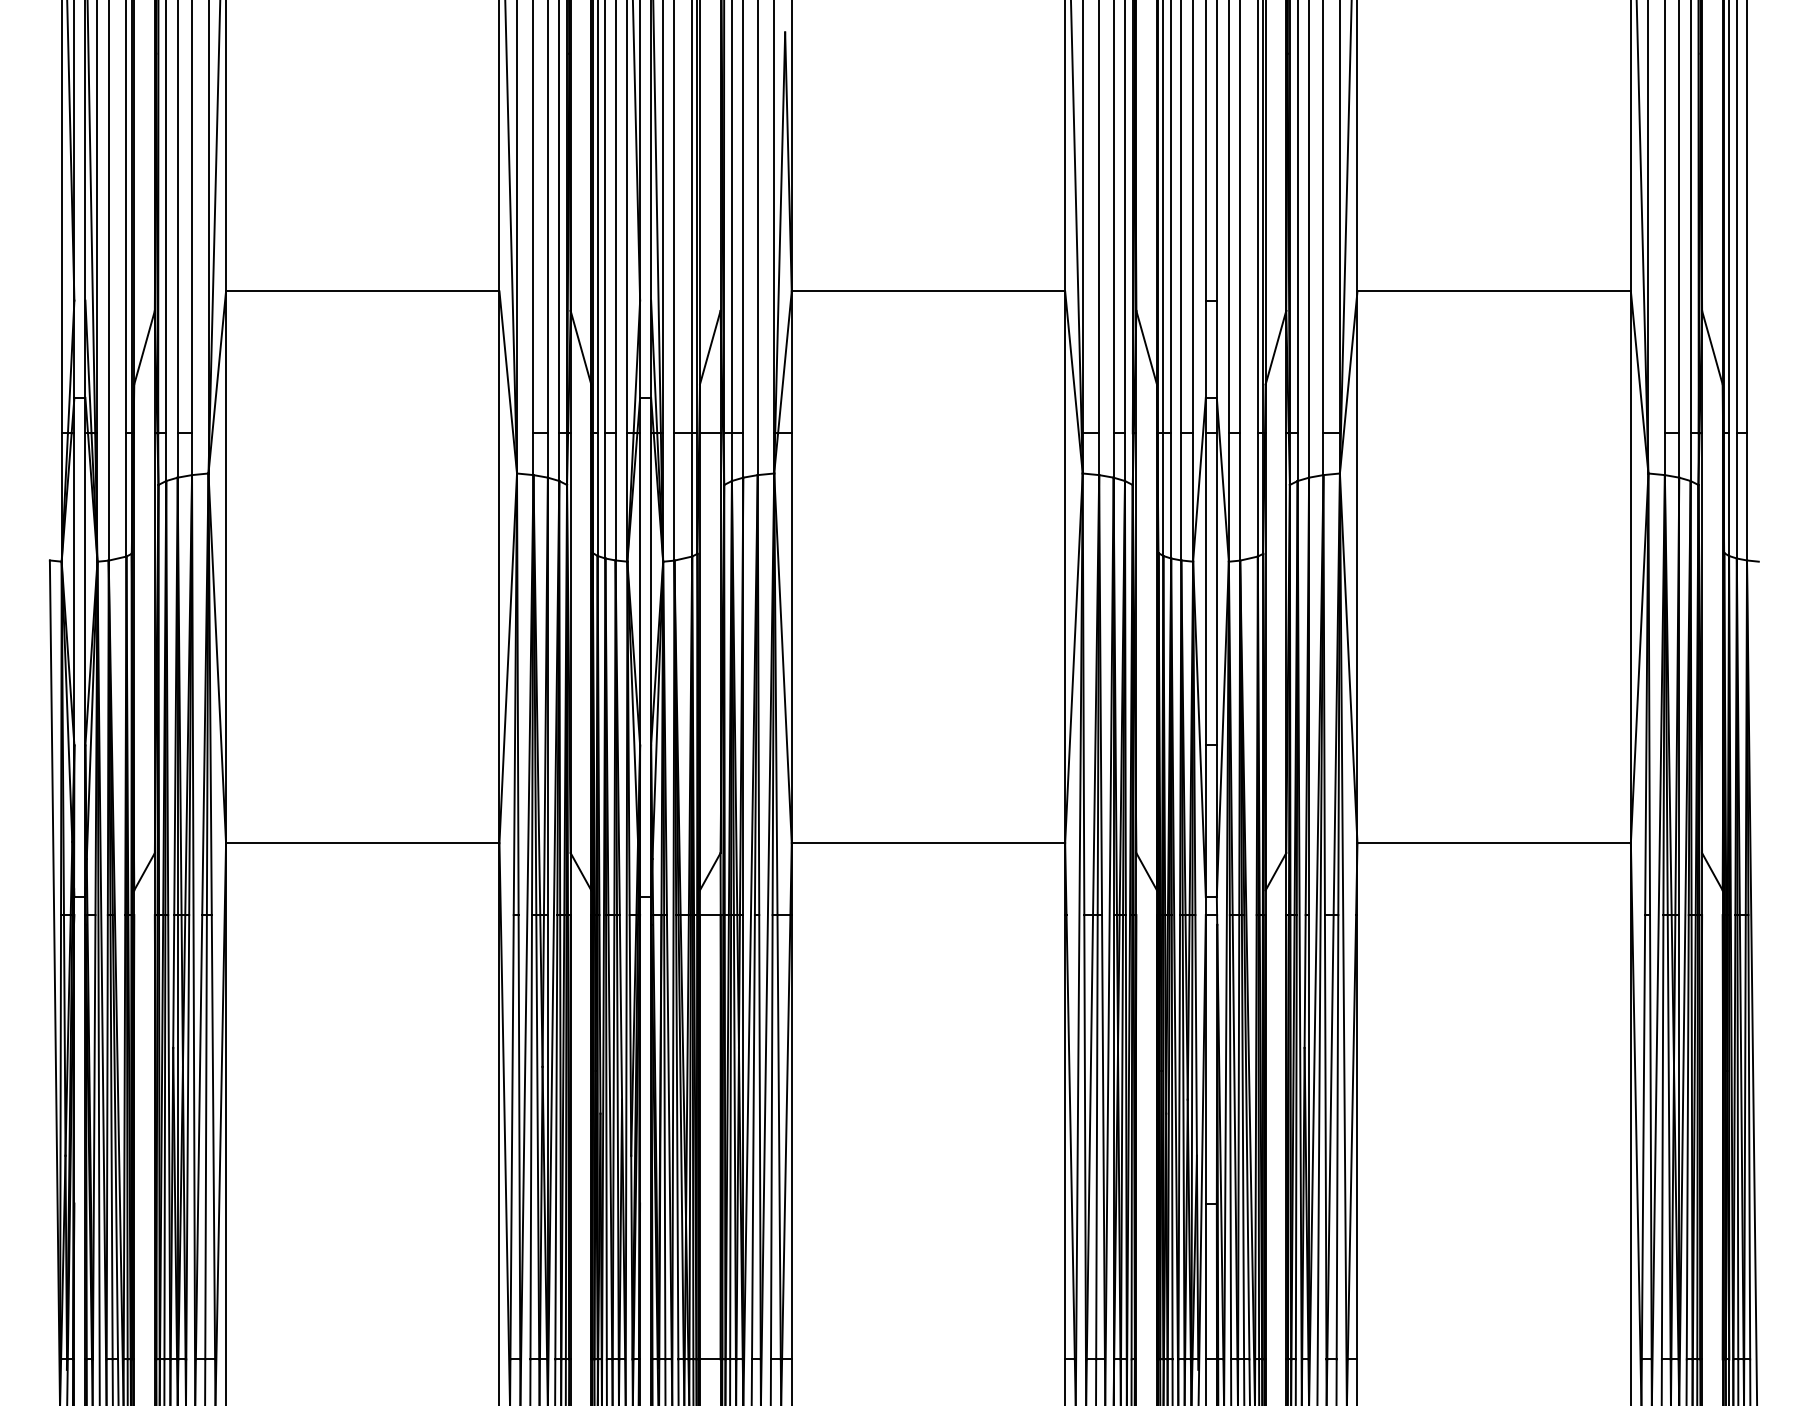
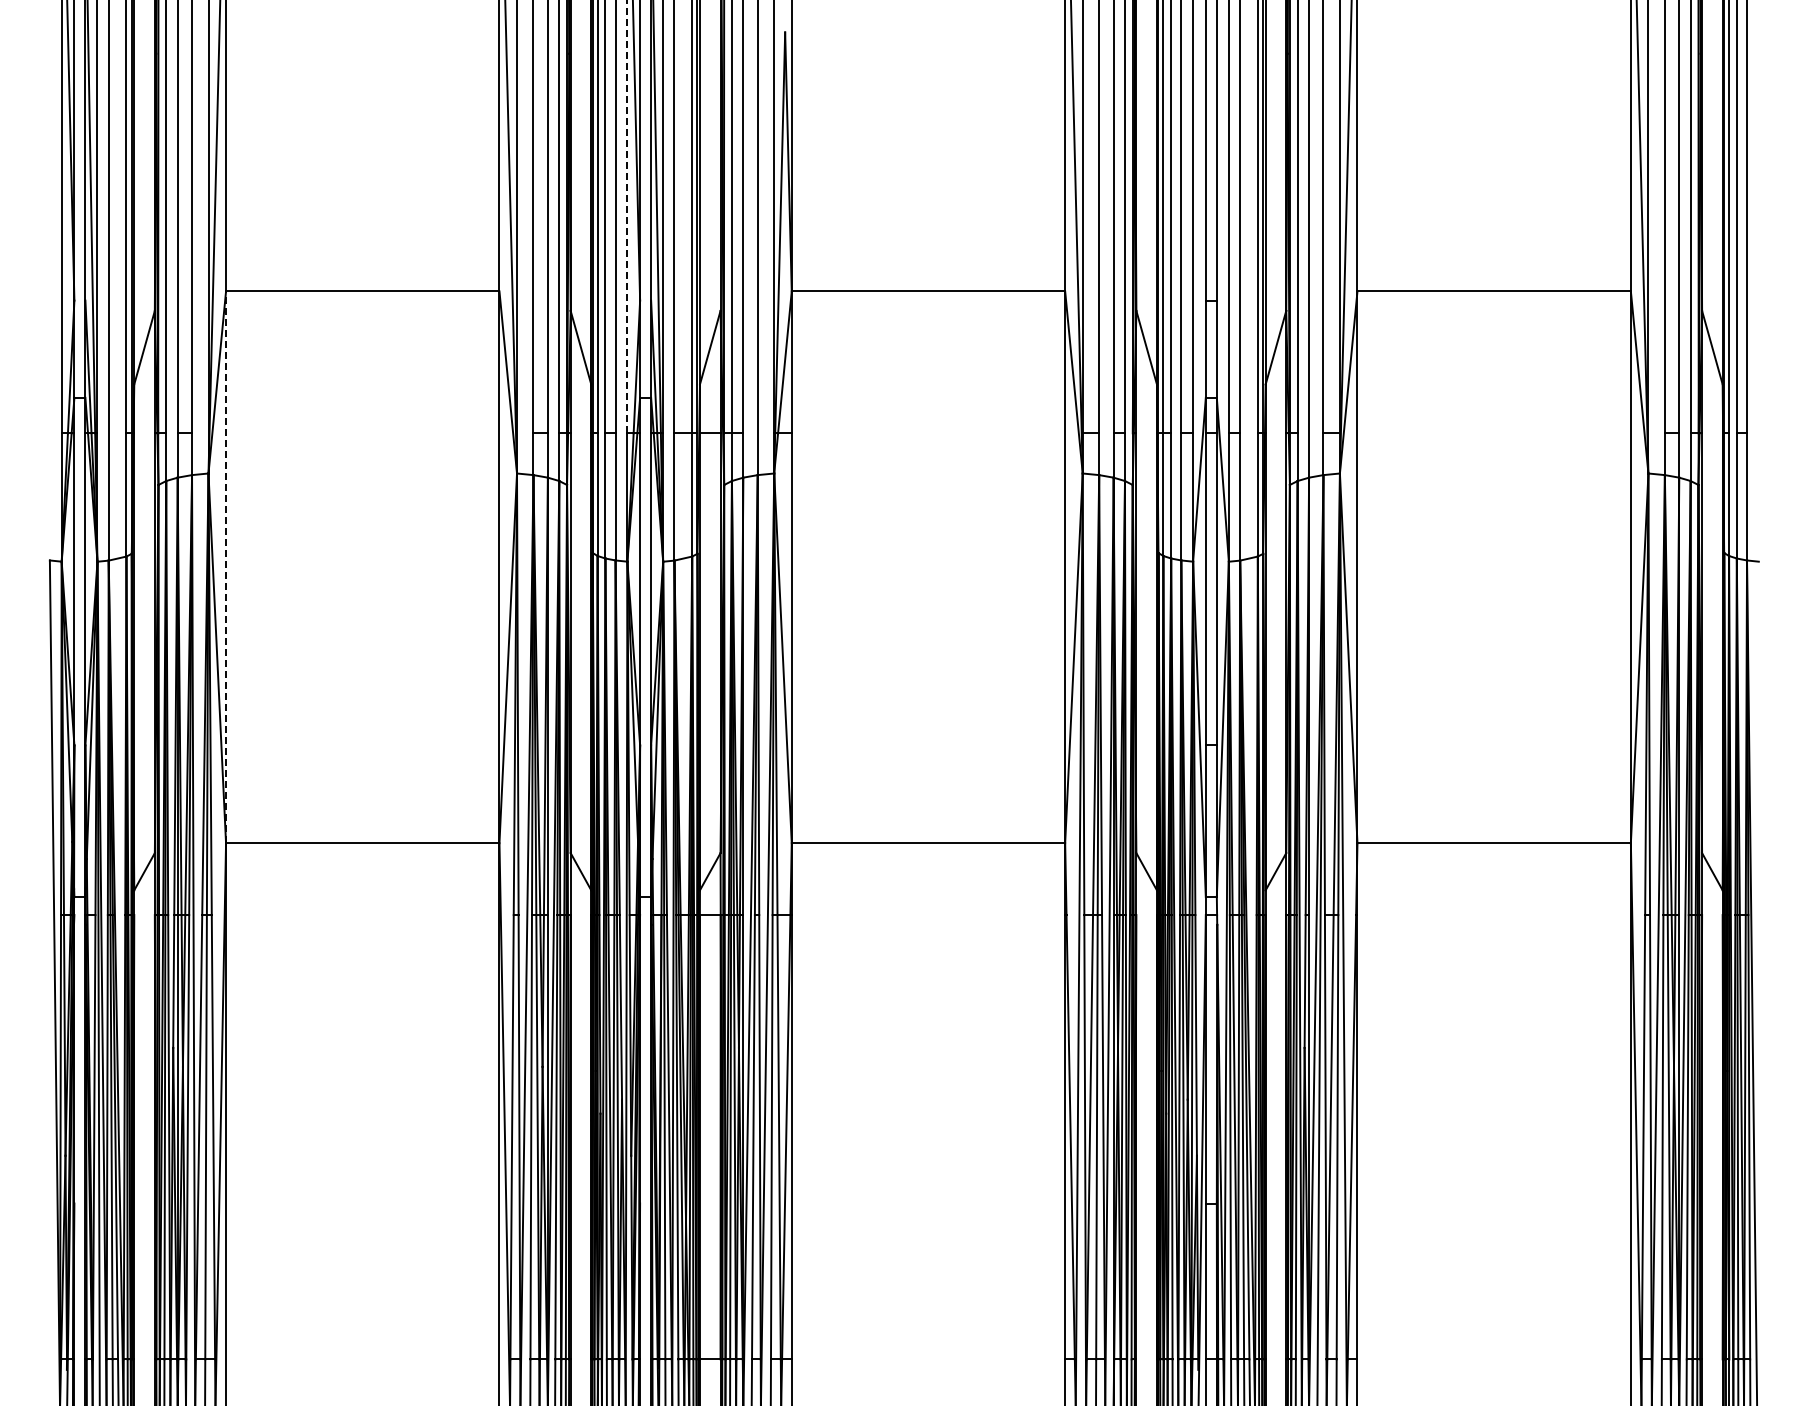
line at (627, 216): solid -> dashed
line at (226, 567): solid -> dashed
